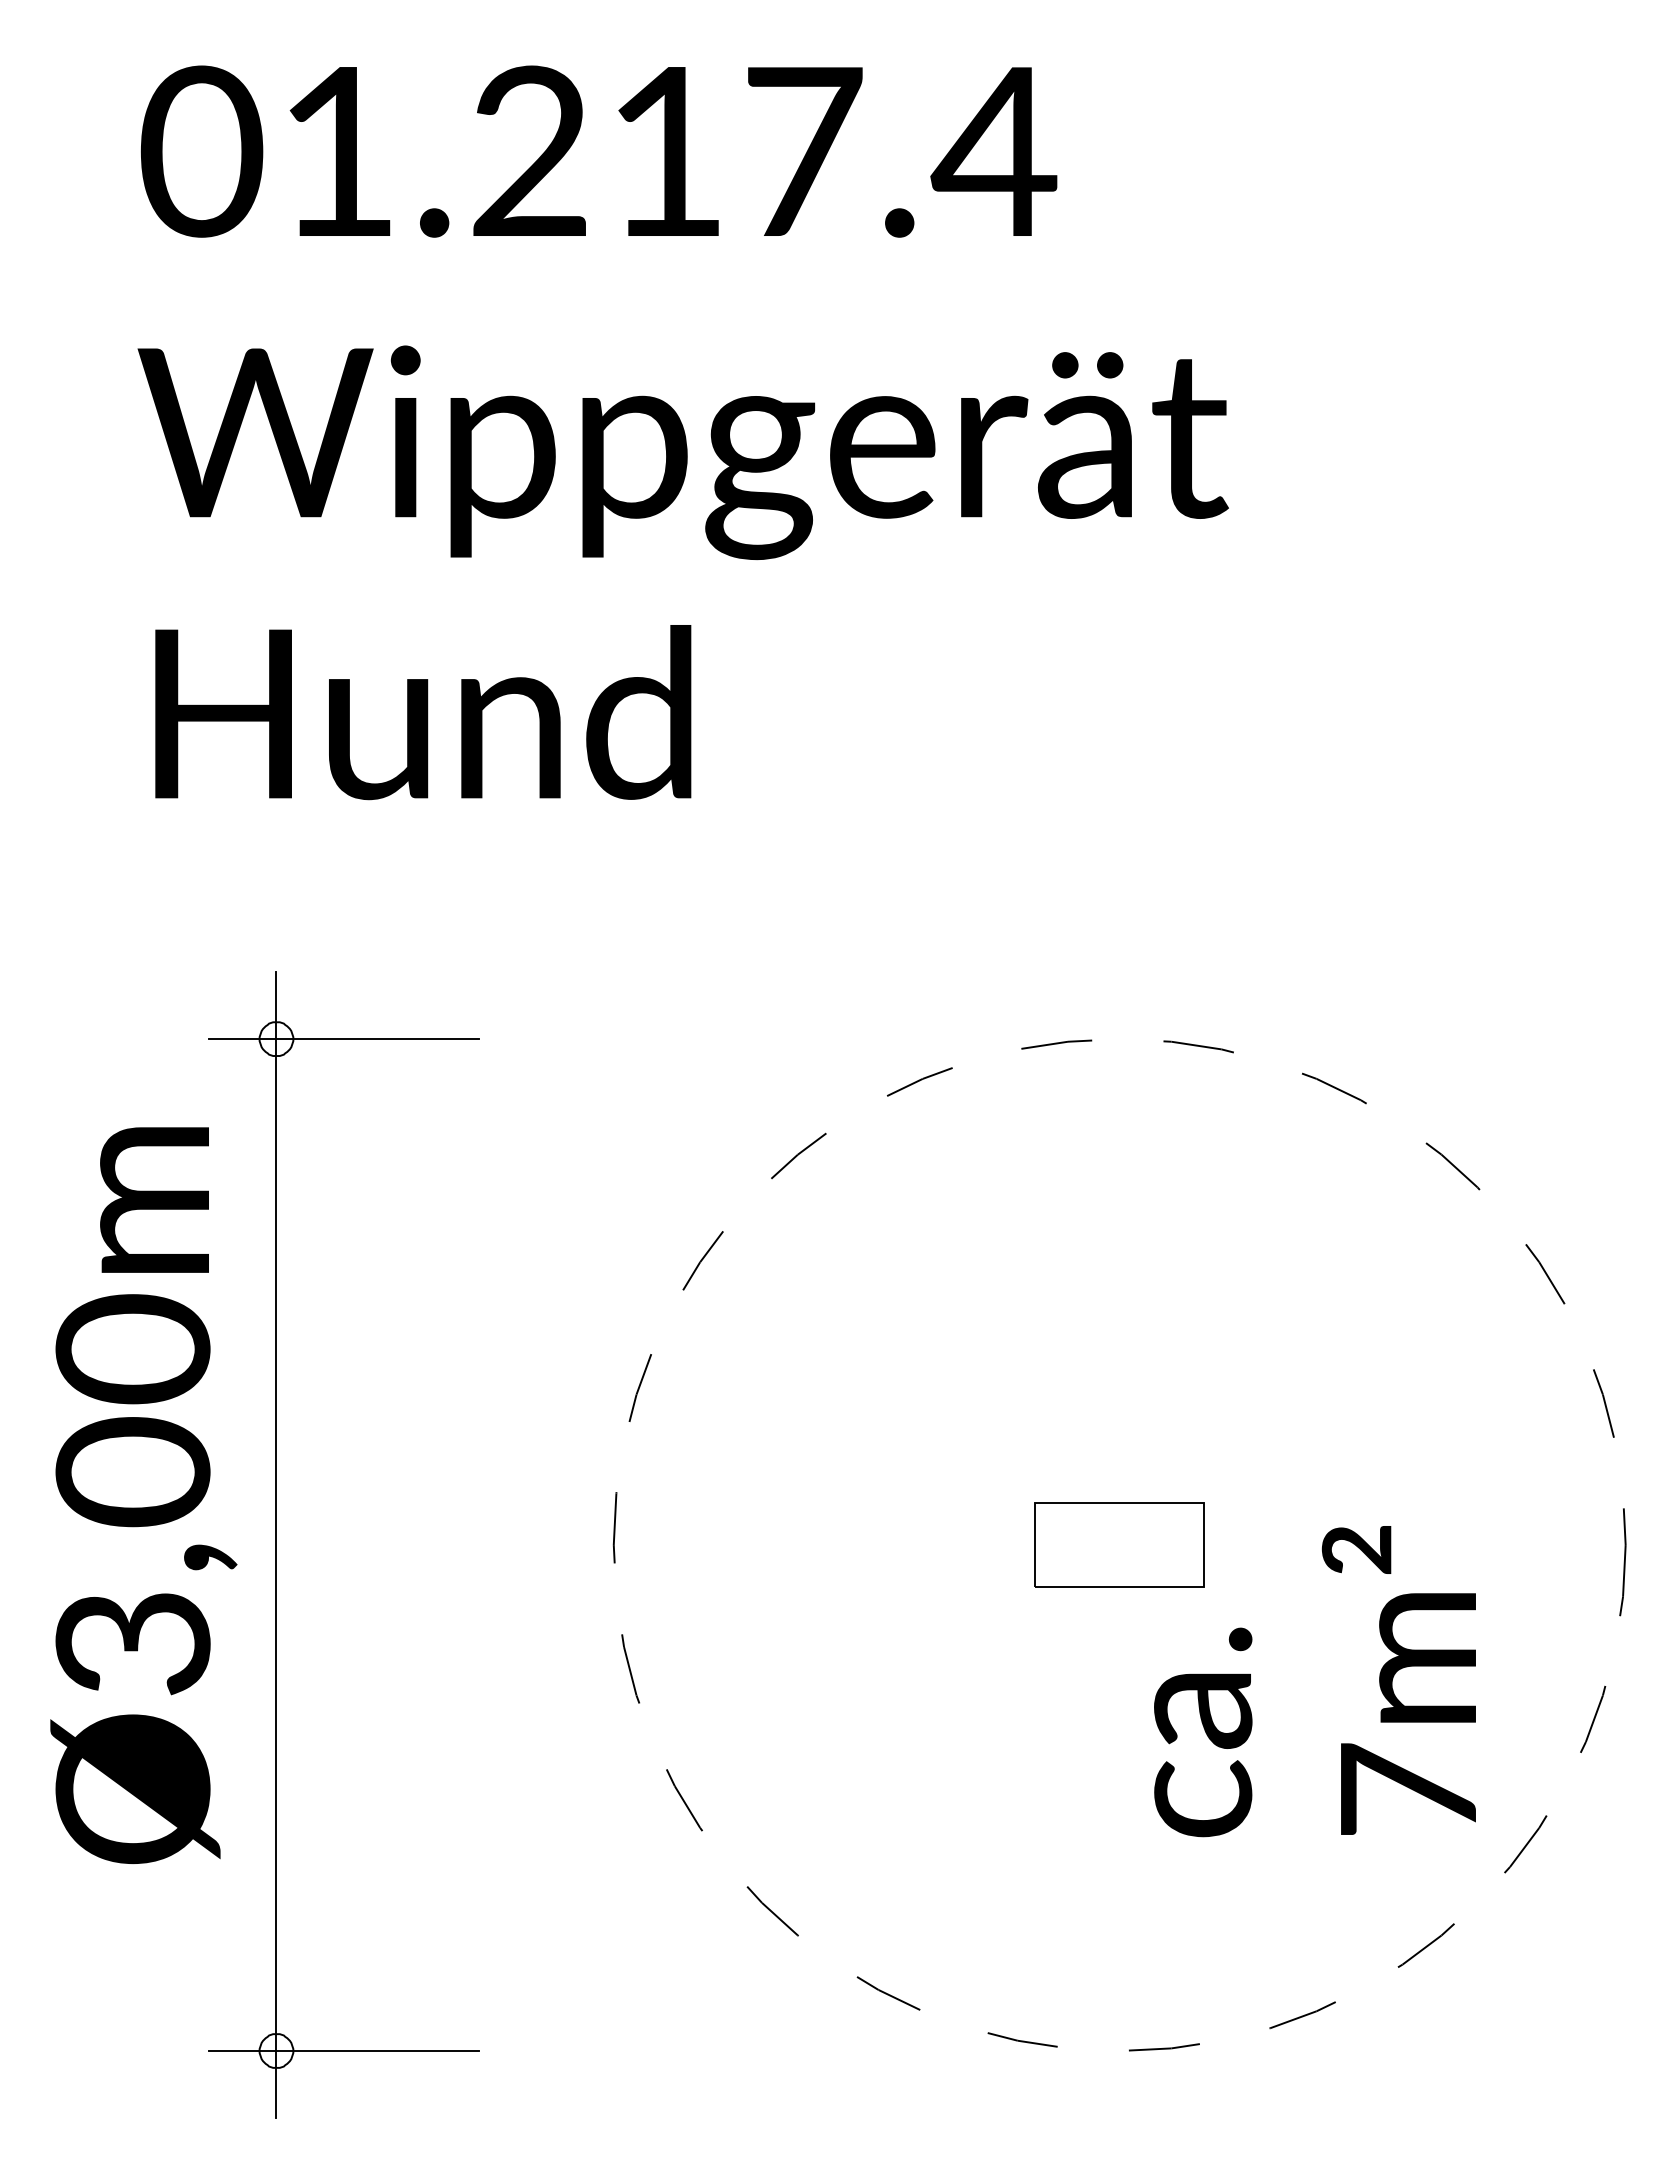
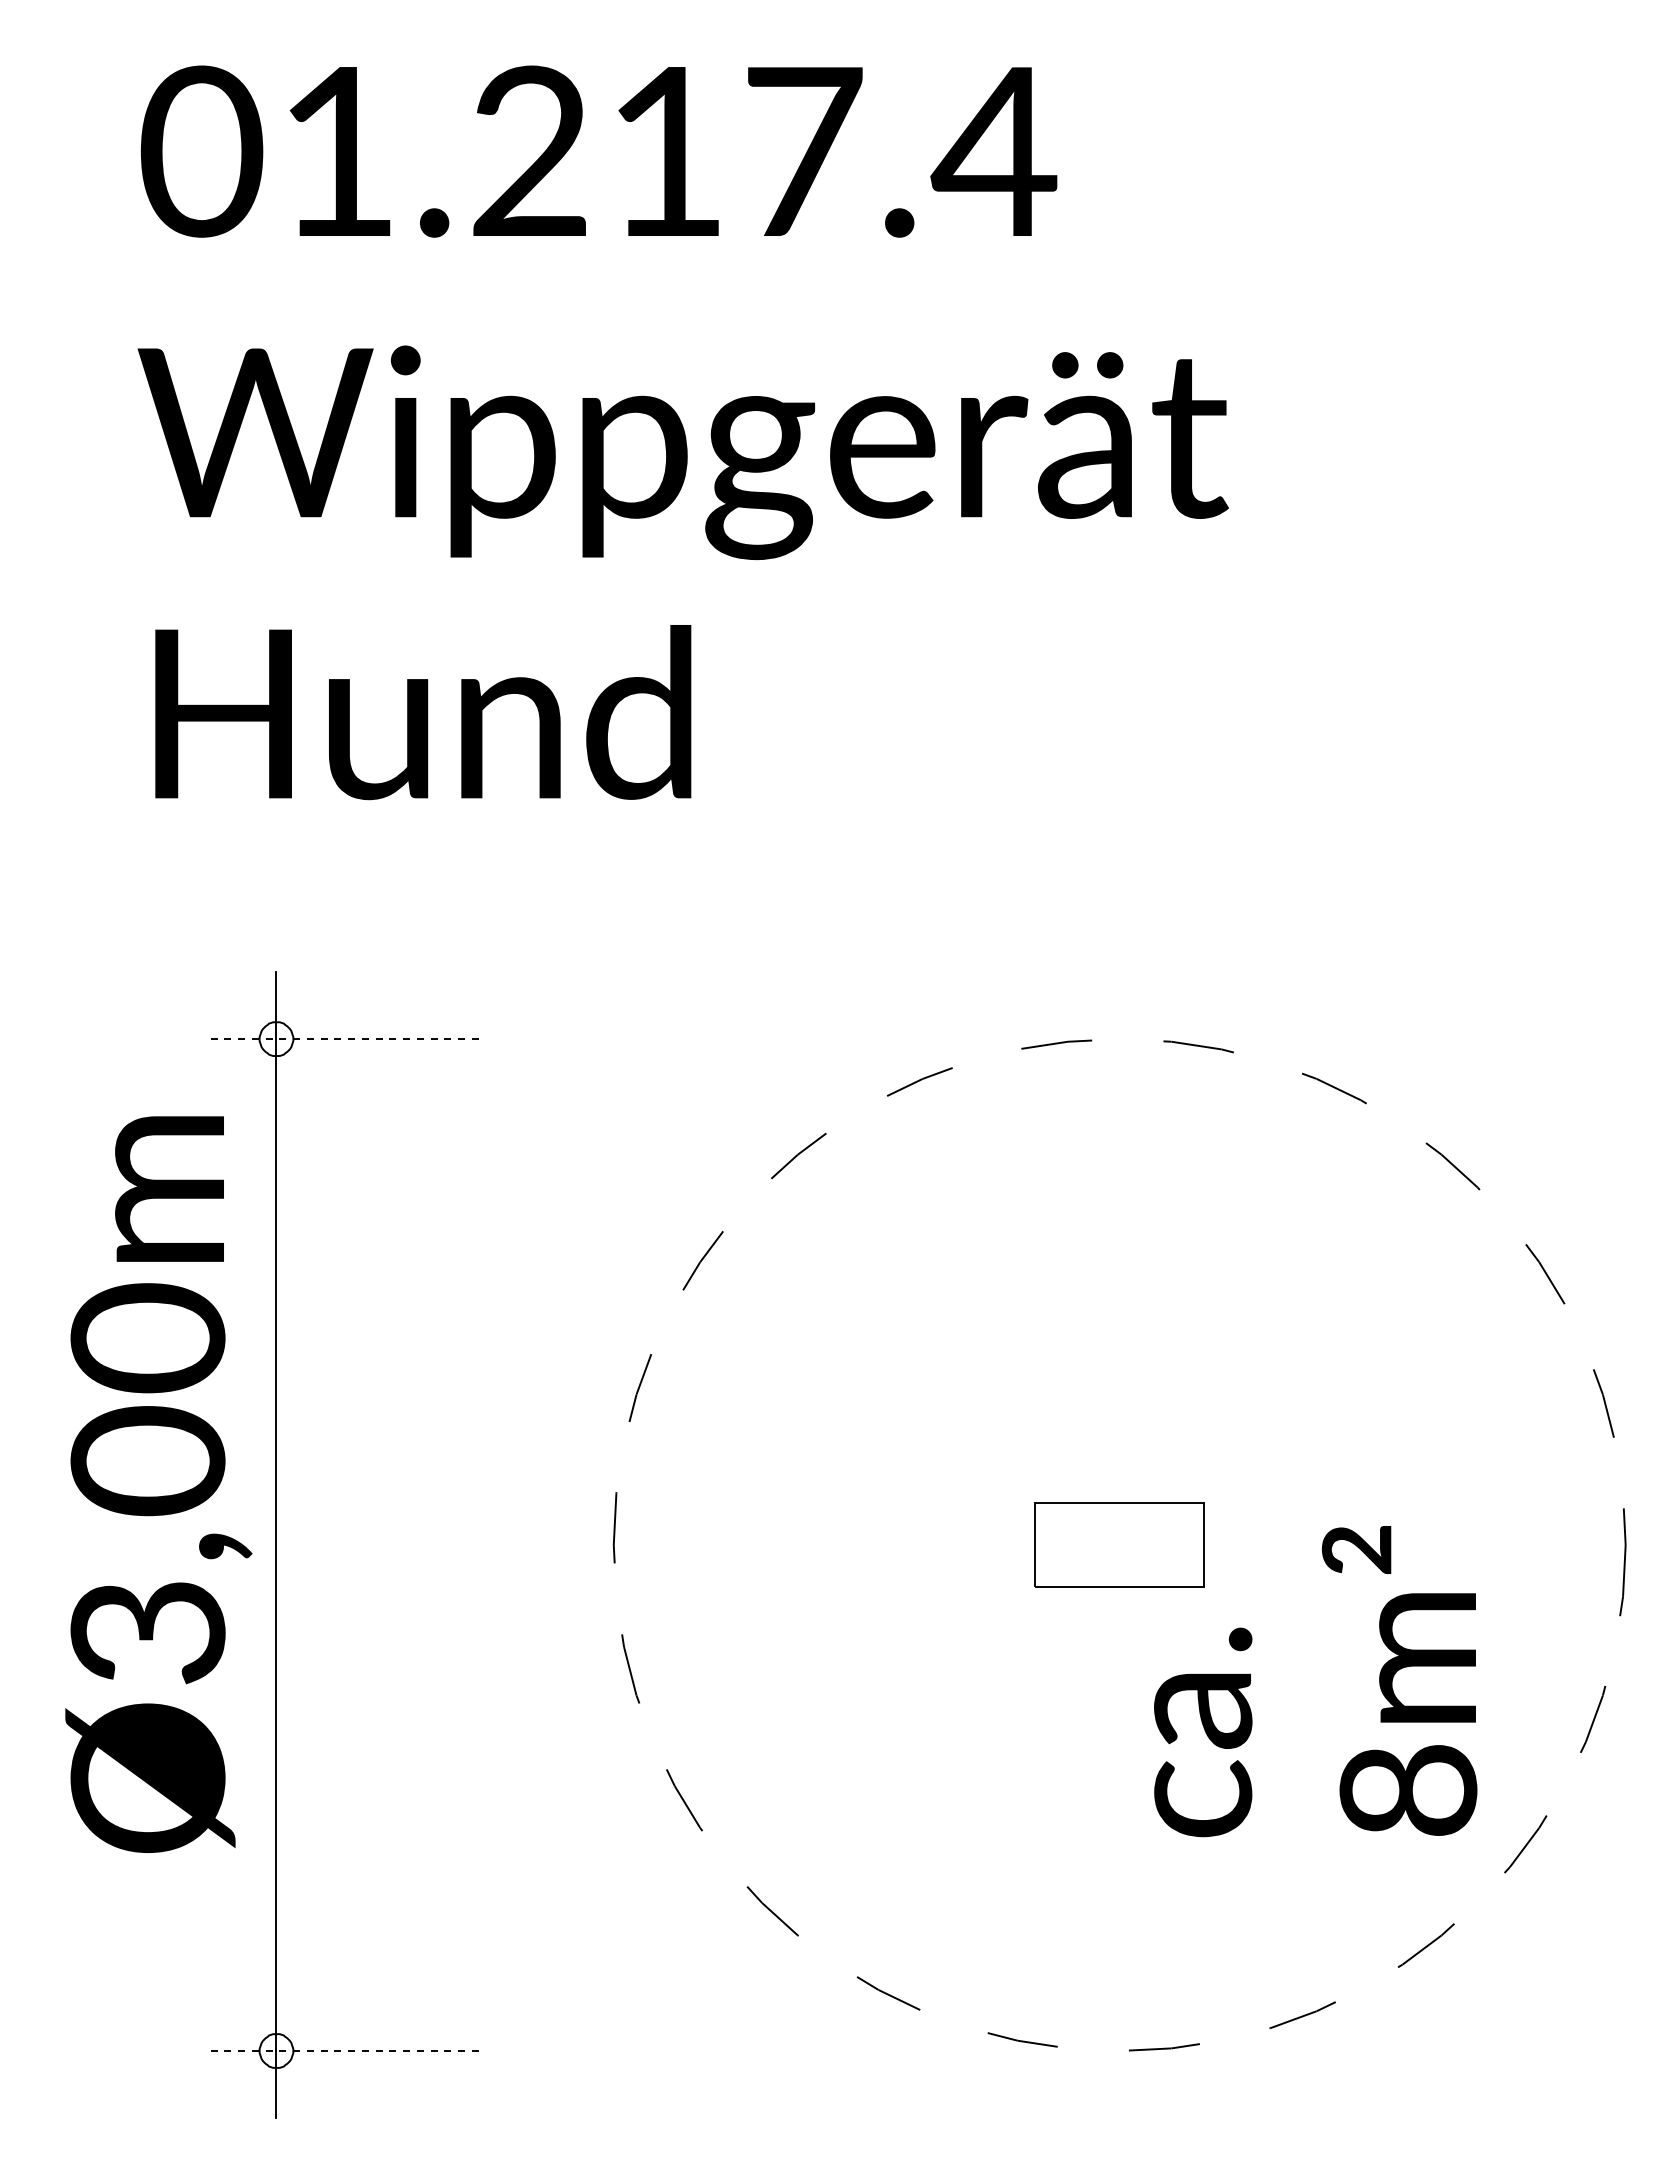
line at (343, 1039): solid -> dashed
text at (143, 1495) position: (143, 1495) -> (158, 1484)
text at (1408, 1789): 7m² -> 8m²
line at (343, 2051): solid -> dashed
